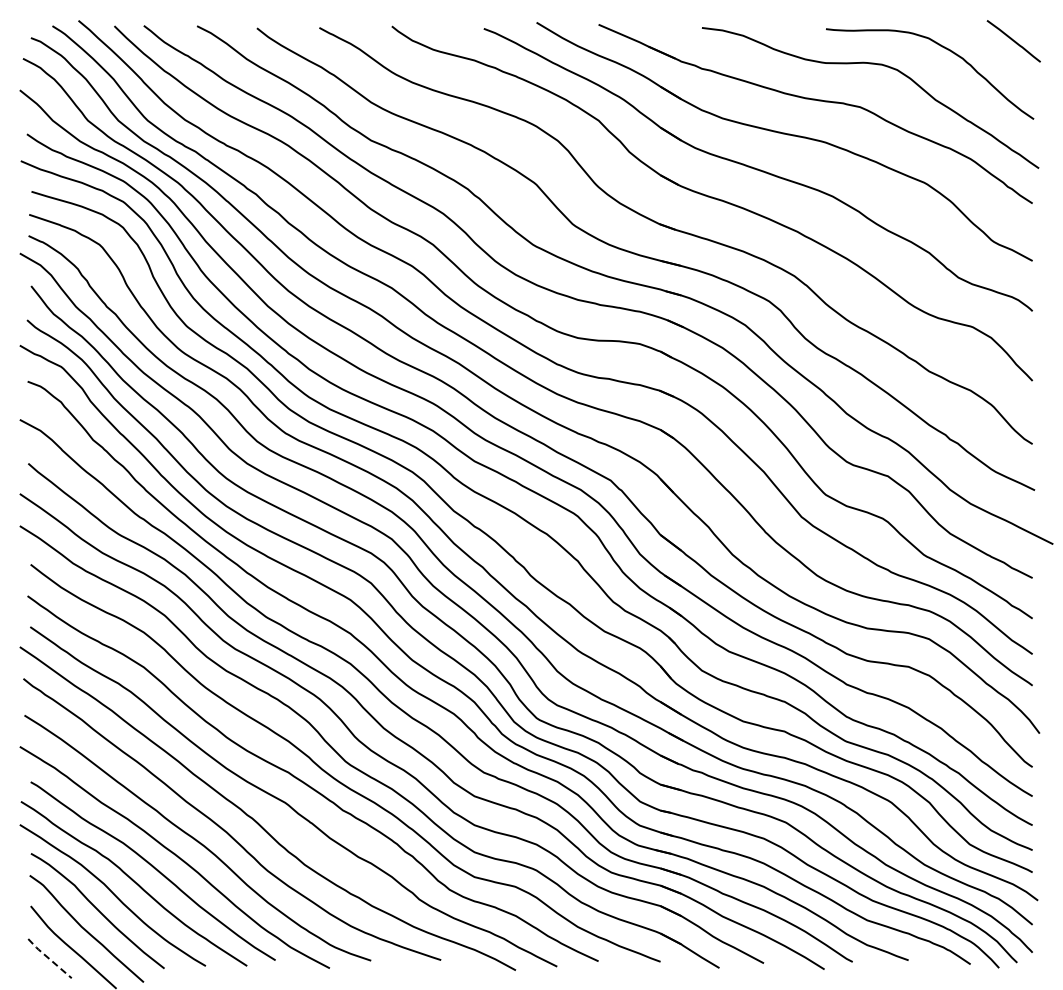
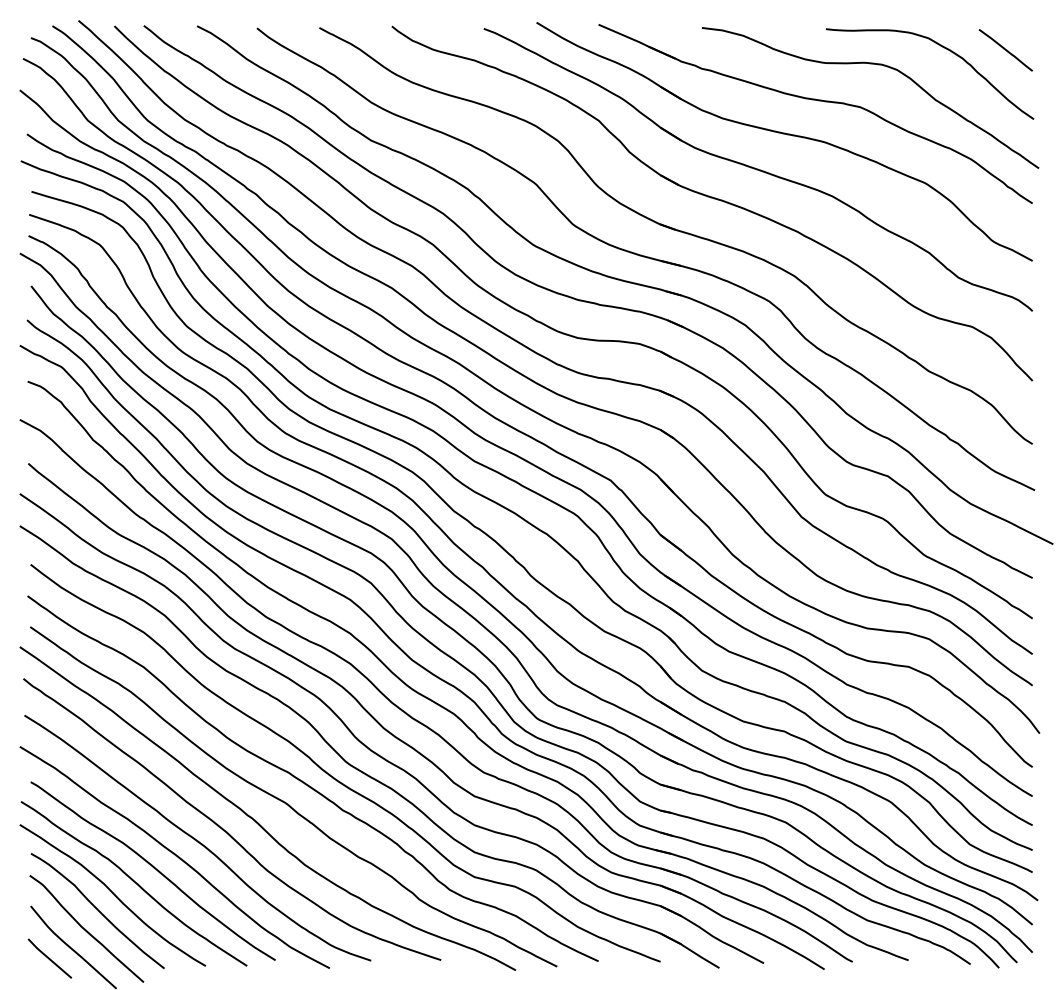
line at (1013, 41) position: (1013, 41) -> (1005, 50)
line at (49, 958): dashed -> solid
